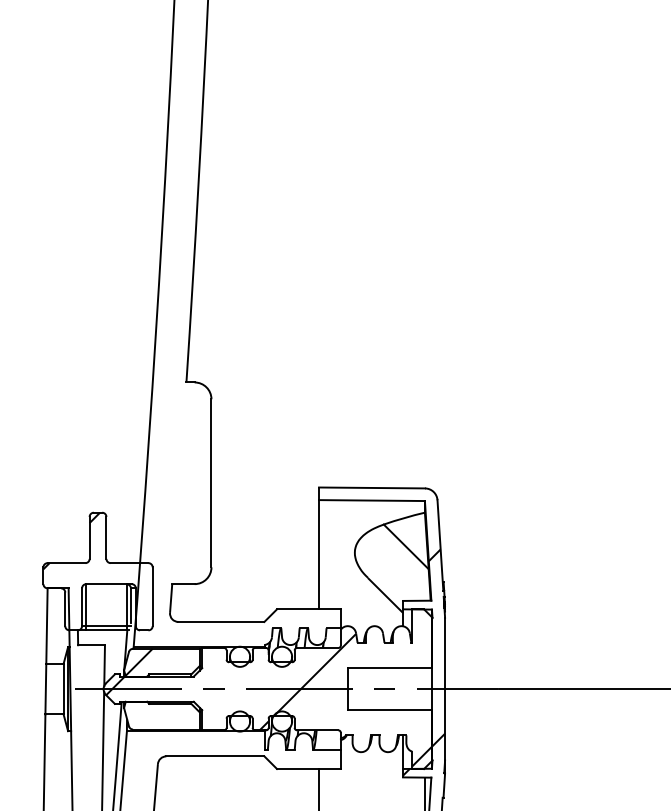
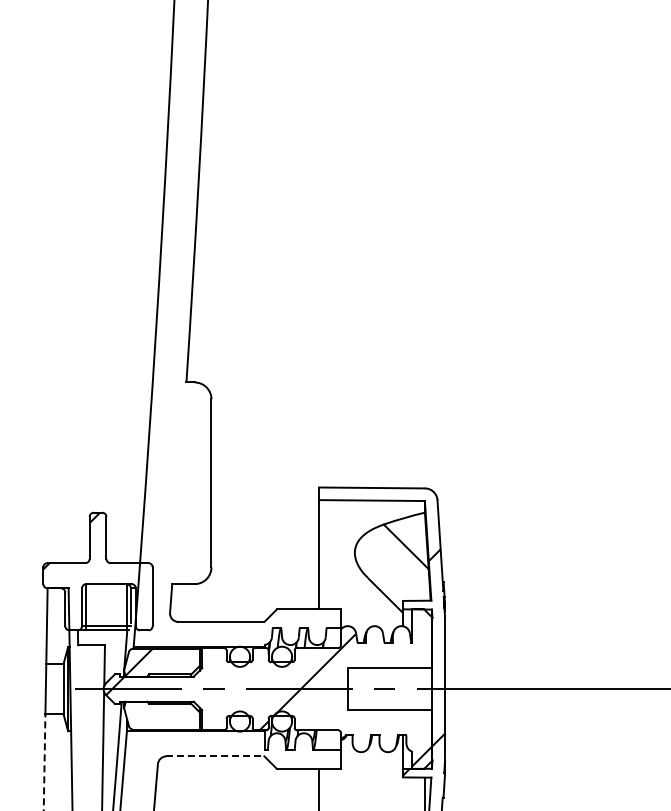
line at (215, 756): solid -> dashed
line at (44, 762): solid -> dashed
